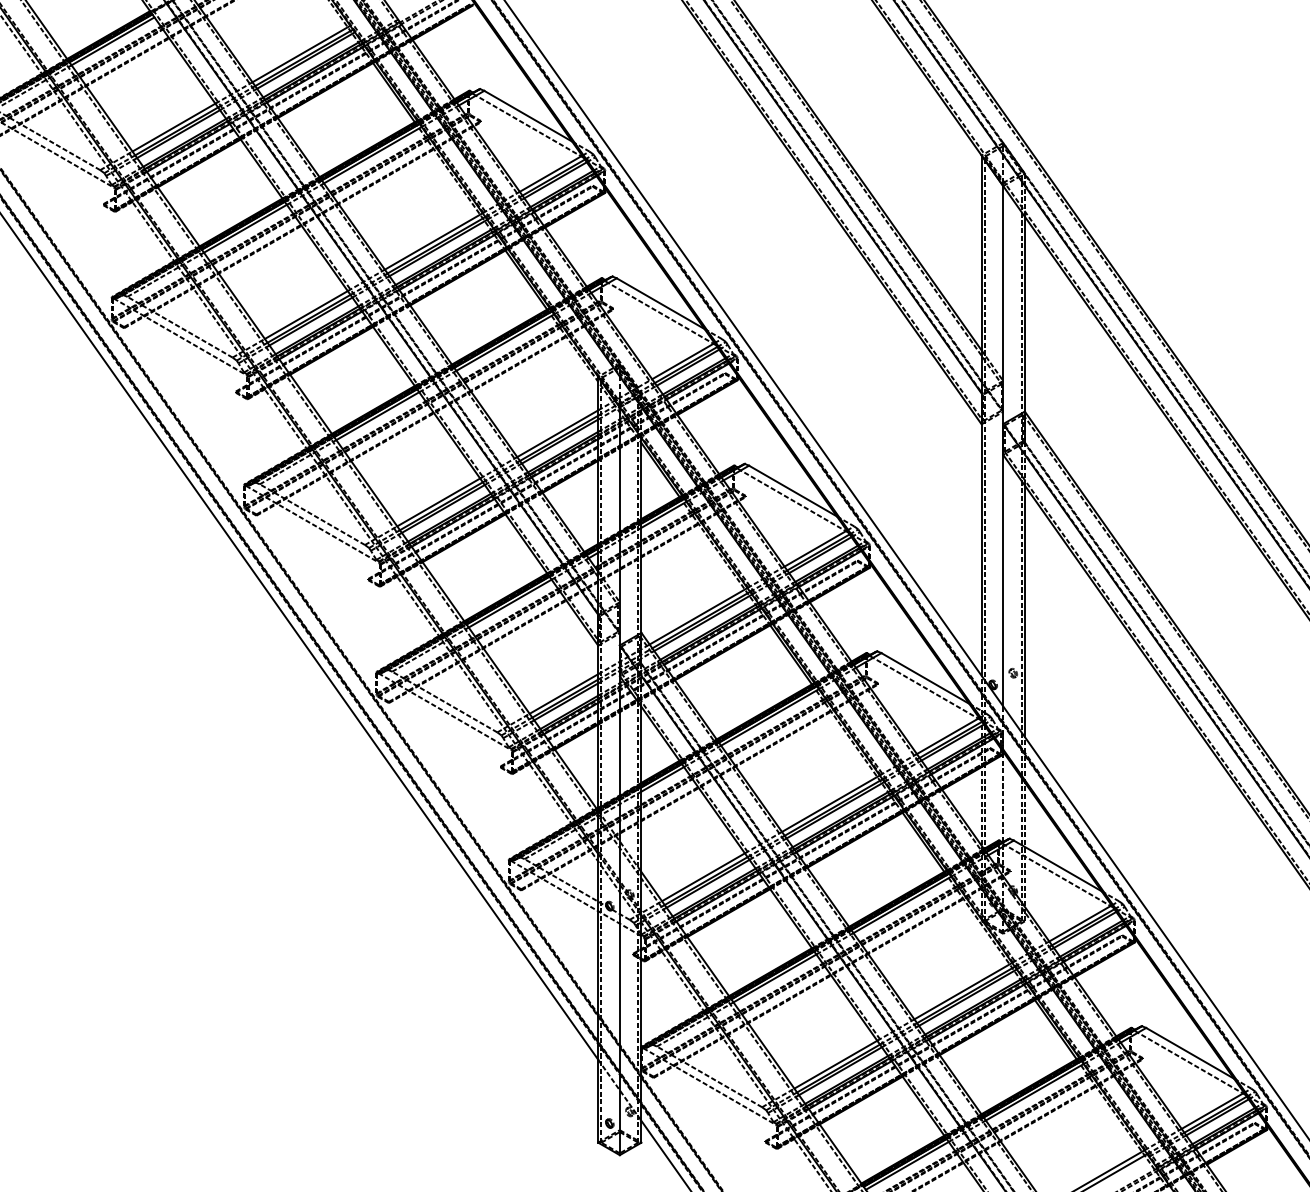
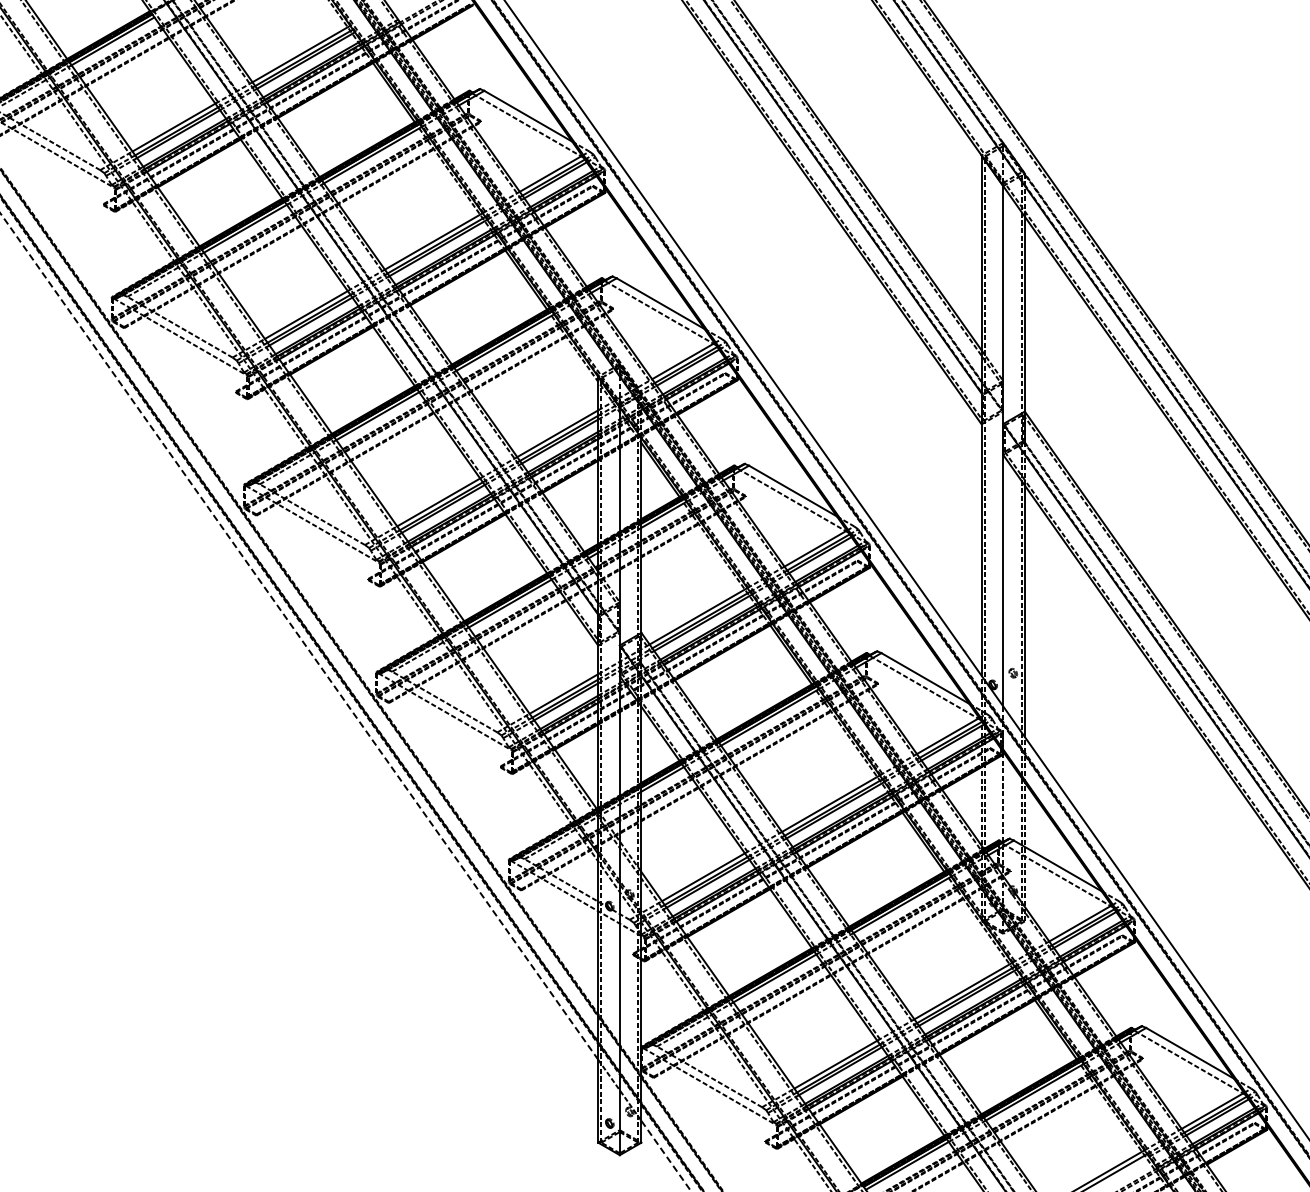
line at (299, 636): solid -> dashed
line at (666, 1156): solid -> dashed
